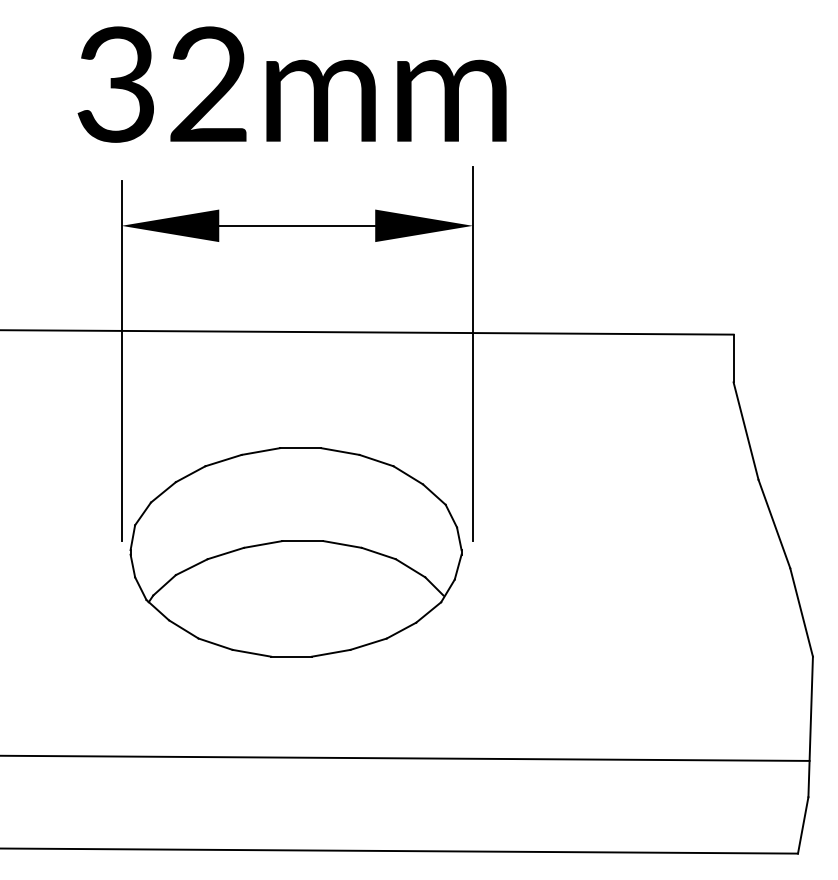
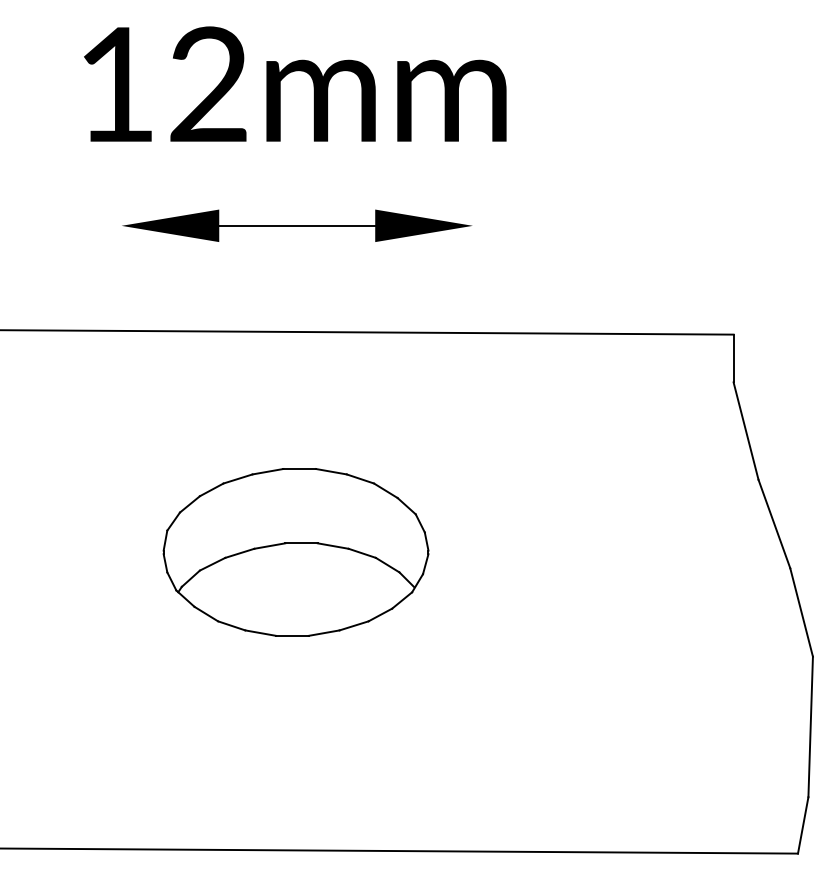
text at (115, 84): 32mm -> 12mm
line at (472, 353): present -> none
line at (121, 361): present -> none
part at (295, 552) size: 334x211 px -> 268x169 px
line at (405, 757): present -> none
